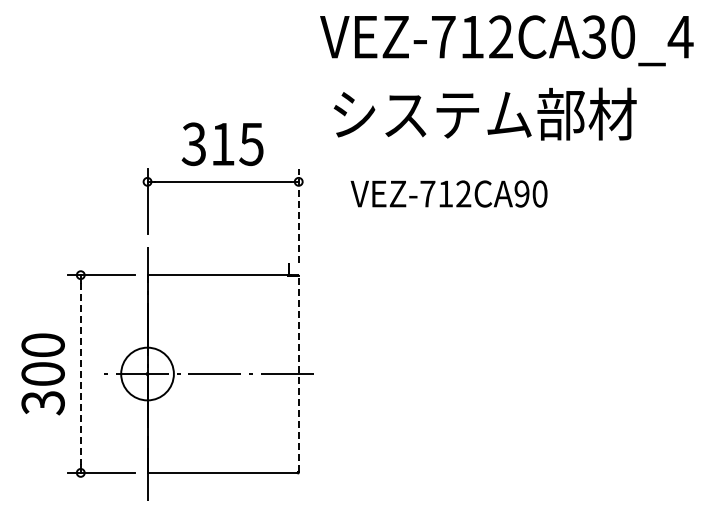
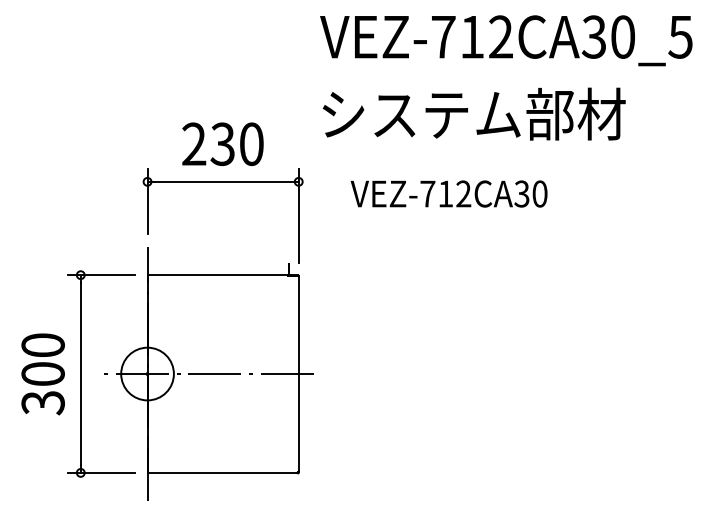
text at (680, 37): VEZ-712CA30_4 -> VEZ-712CA30_5
text at (484, 113) position: (484, 113) -> (473, 113)
text at (222, 144): 315 -> 230
text at (521, 193): VEZ-712CA90 -> VEZ-712CA30
line at (298, 215): dashed -> solid
line at (298, 373): dashed -> solid
line at (80, 374): dashed -> solid
